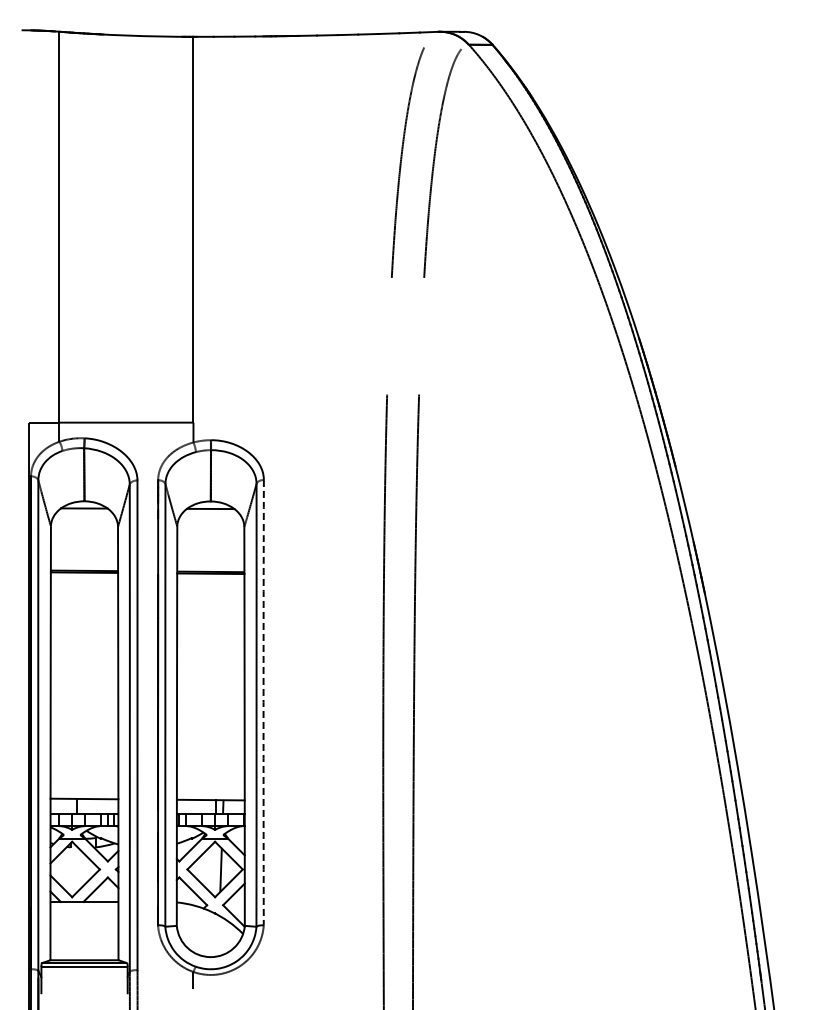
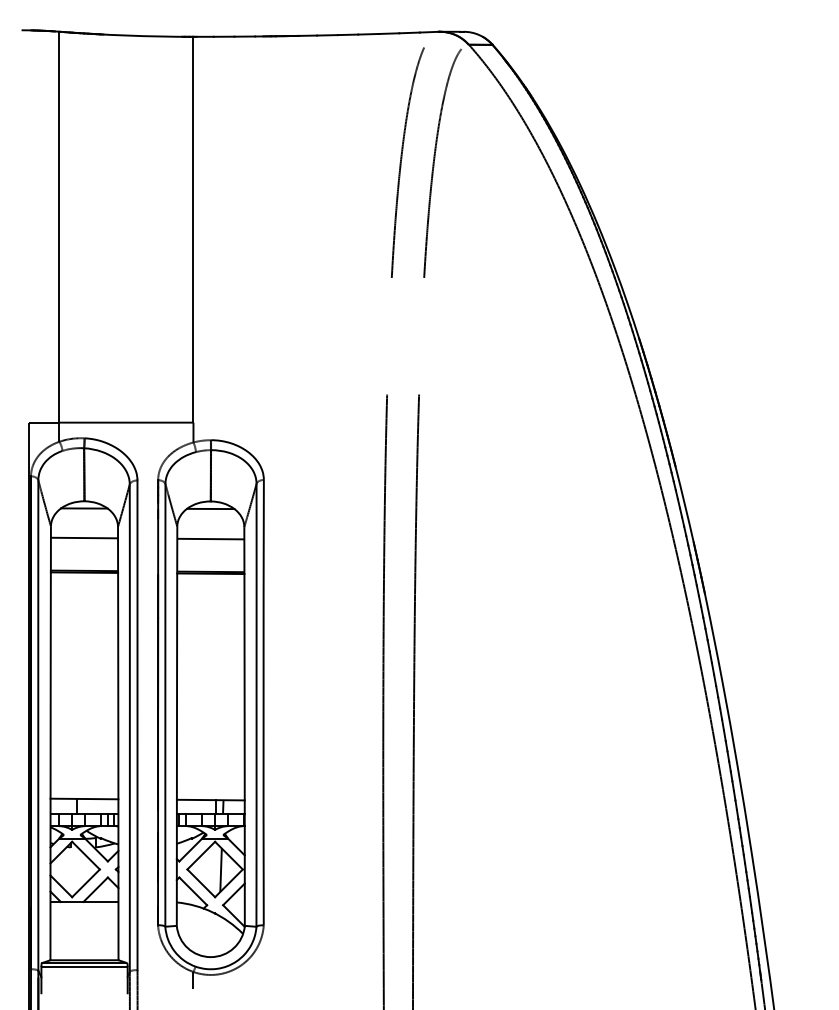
line at (84, 537): none -> present
line at (210, 538): none -> present
arc at (263, 702): dashed -> solid
